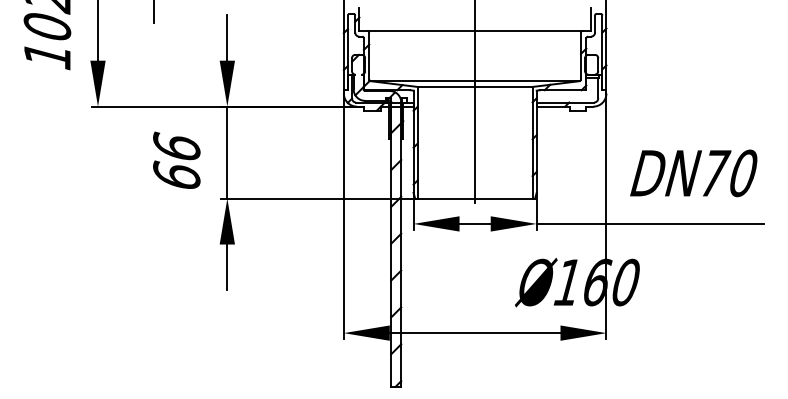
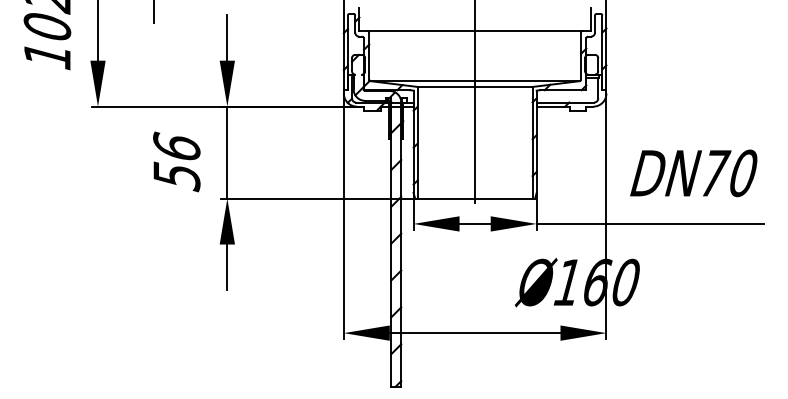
text at (176, 176): 66 -> 56
